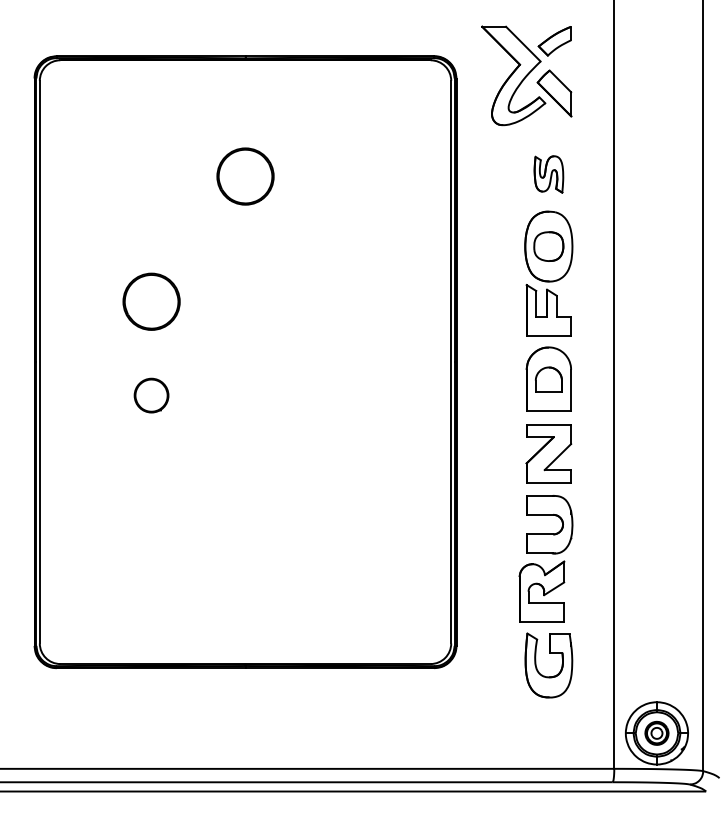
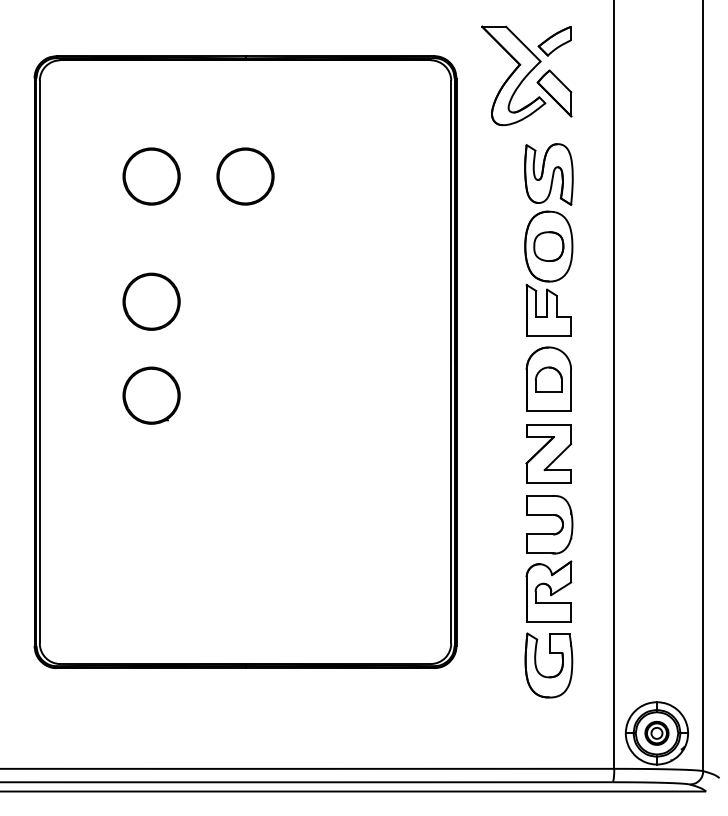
part at (548, 174) size: 32x39 px -> 50x63 px
circle at (151, 176): none -> present
part at (151, 395) size: 37x37 px -> 59x59 px
part at (541, 591) position: (541, 591) -> (548, 591)
